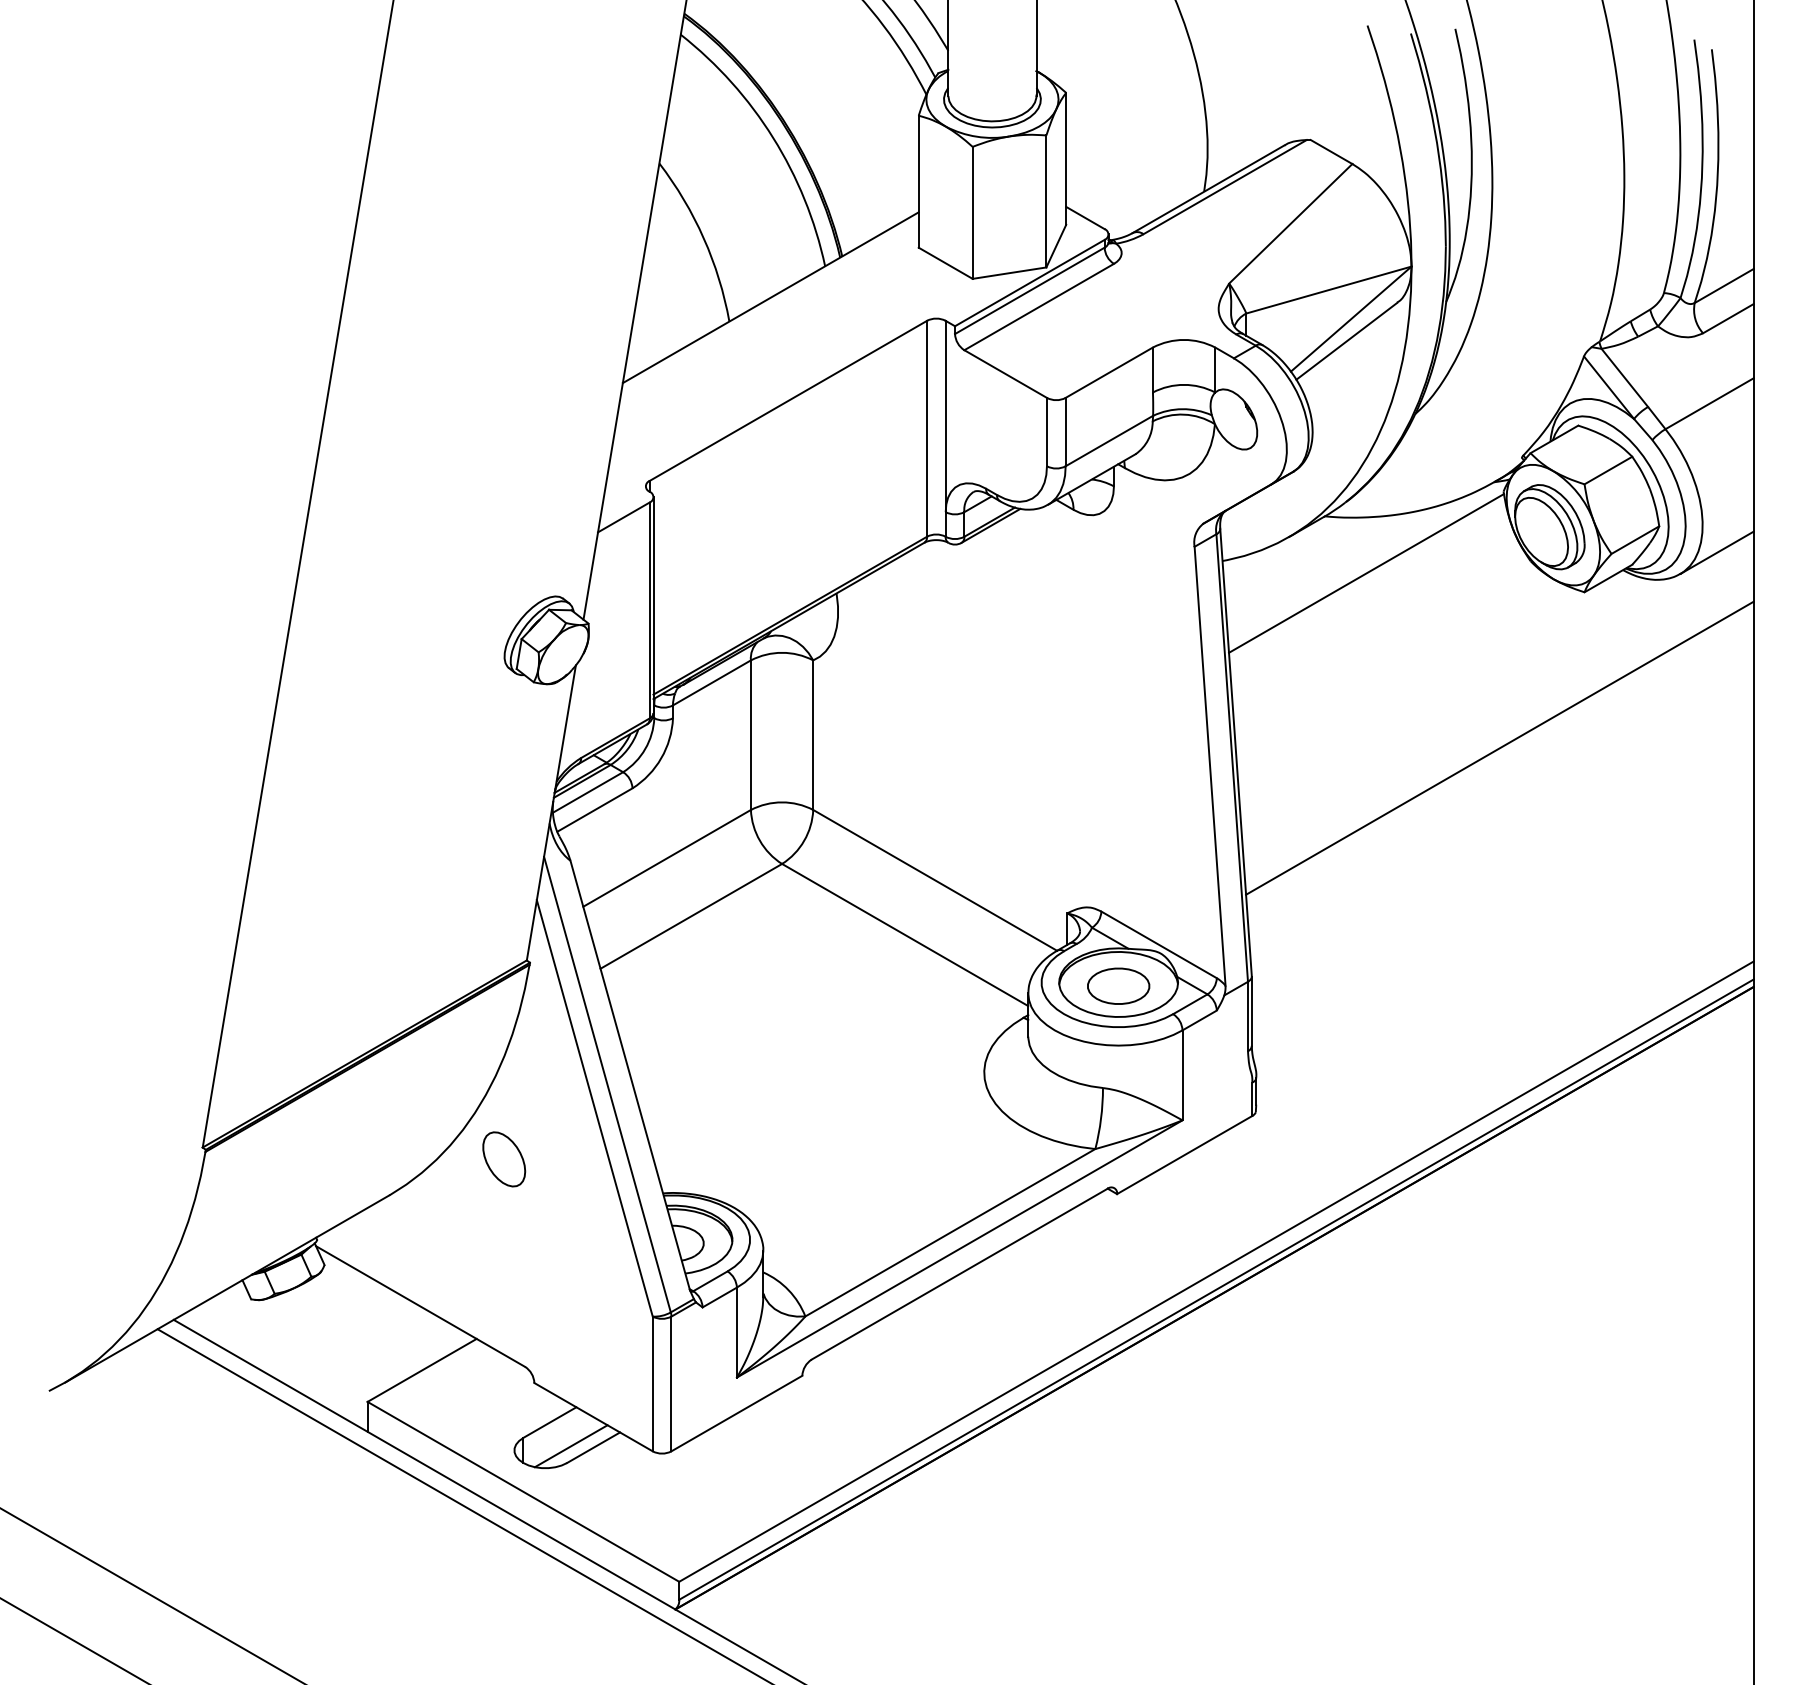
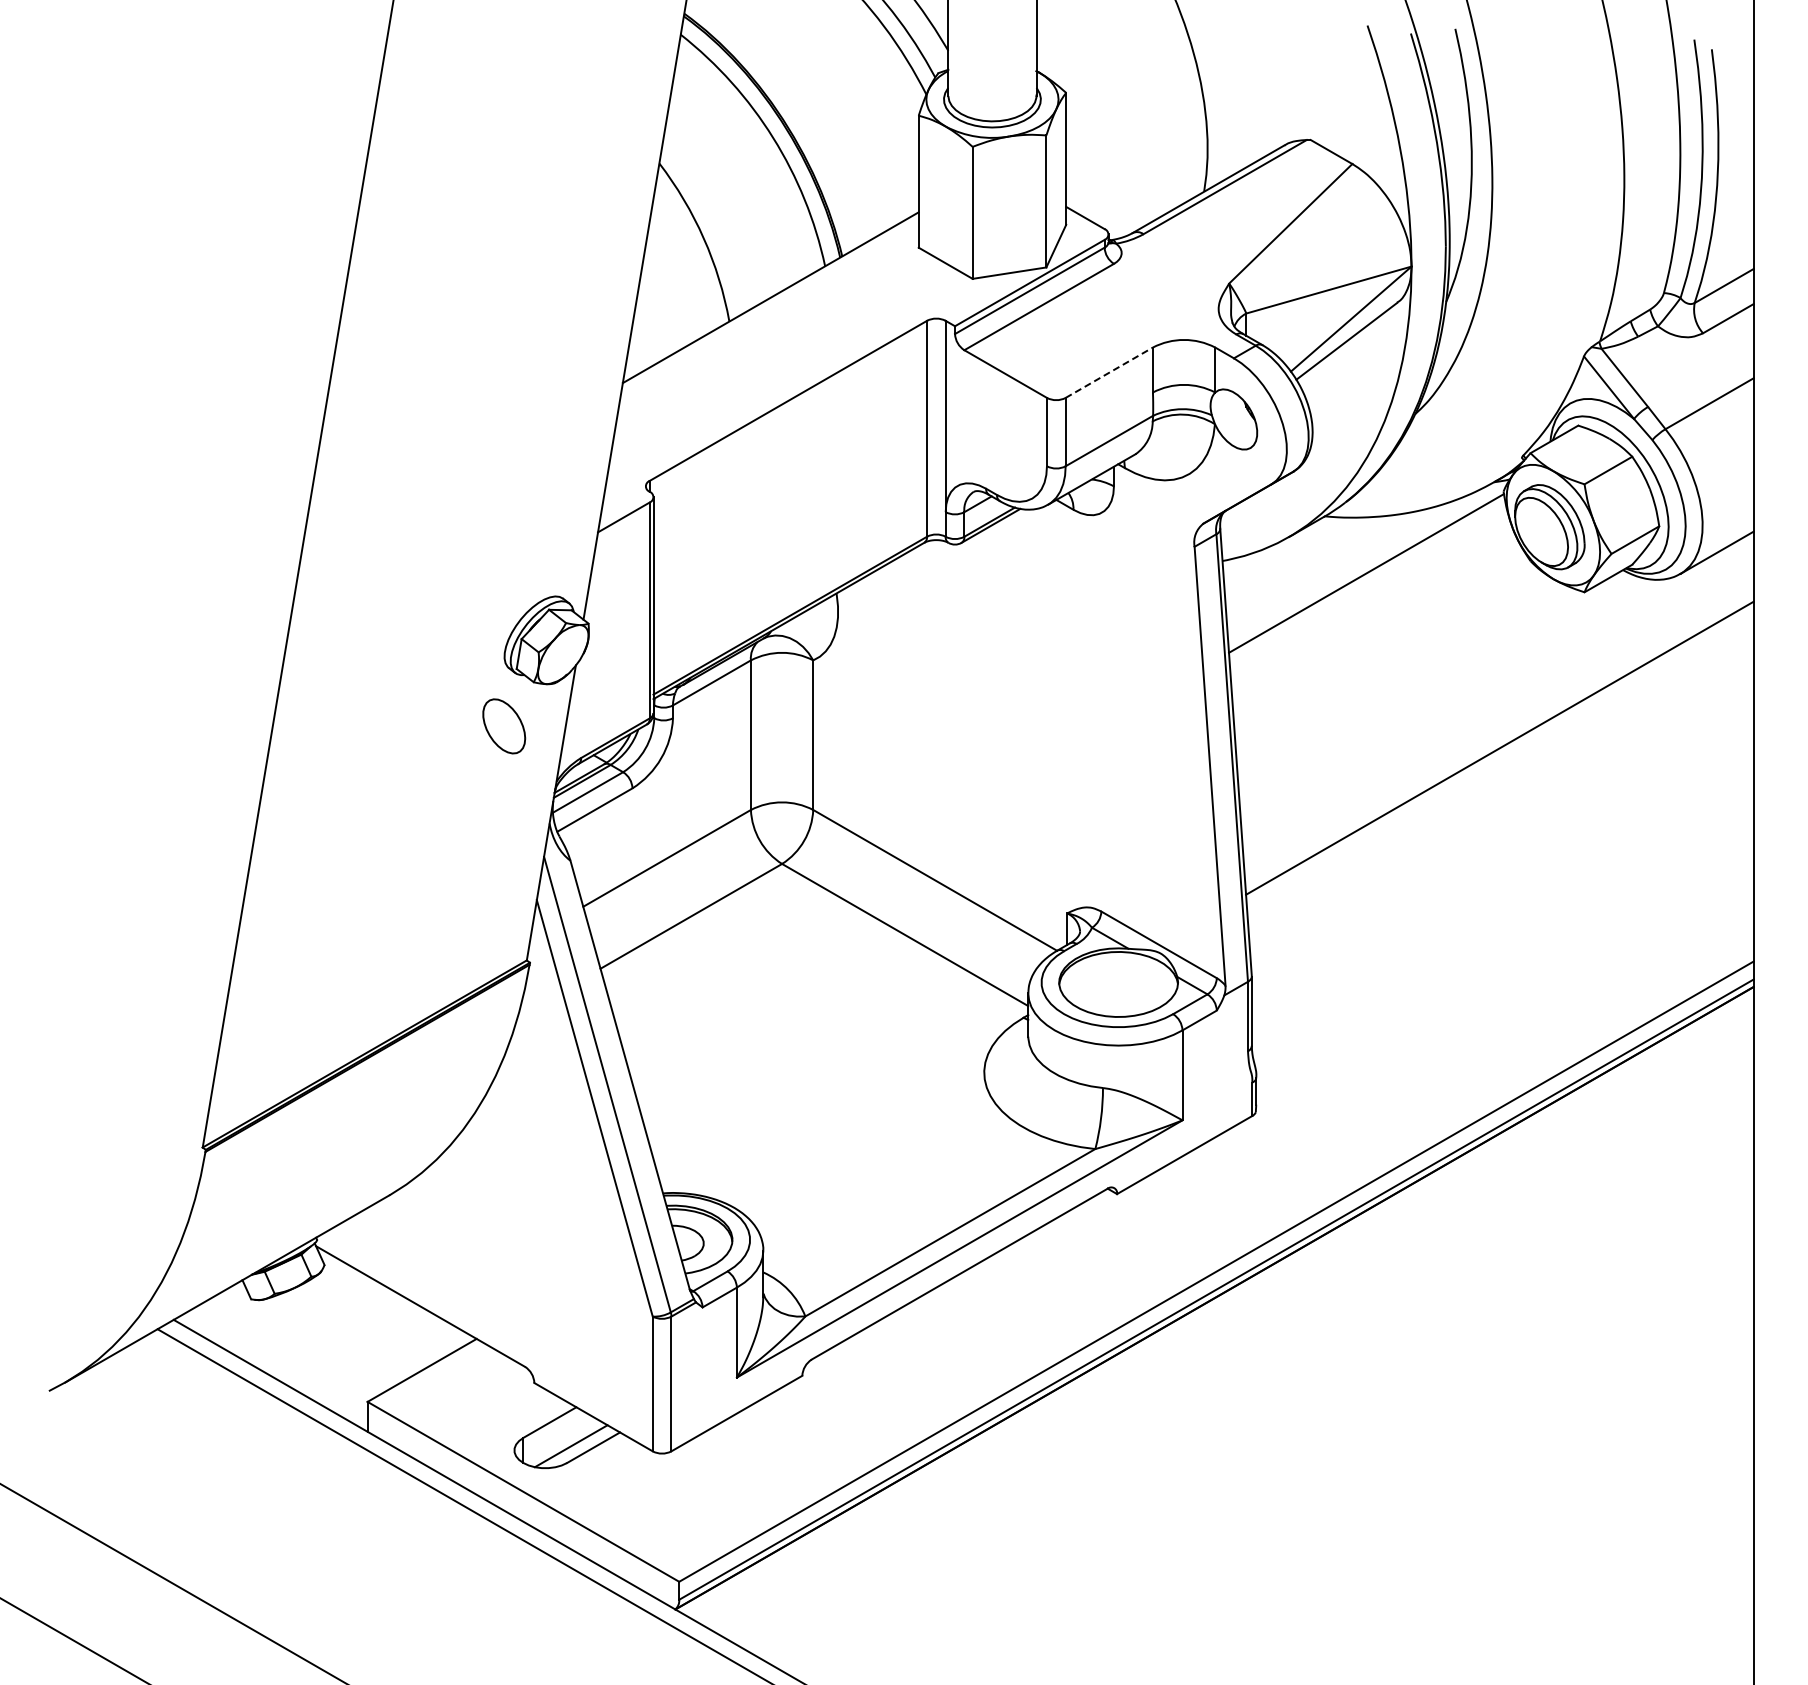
line at (1109, 372): solid -> dashed
part at (1118, 985): present -> none
part at (504, 1159) position: (504, 1159) -> (504, 726)
line at (151, 1595) position: (151, 1595) -> (172, 1583)
